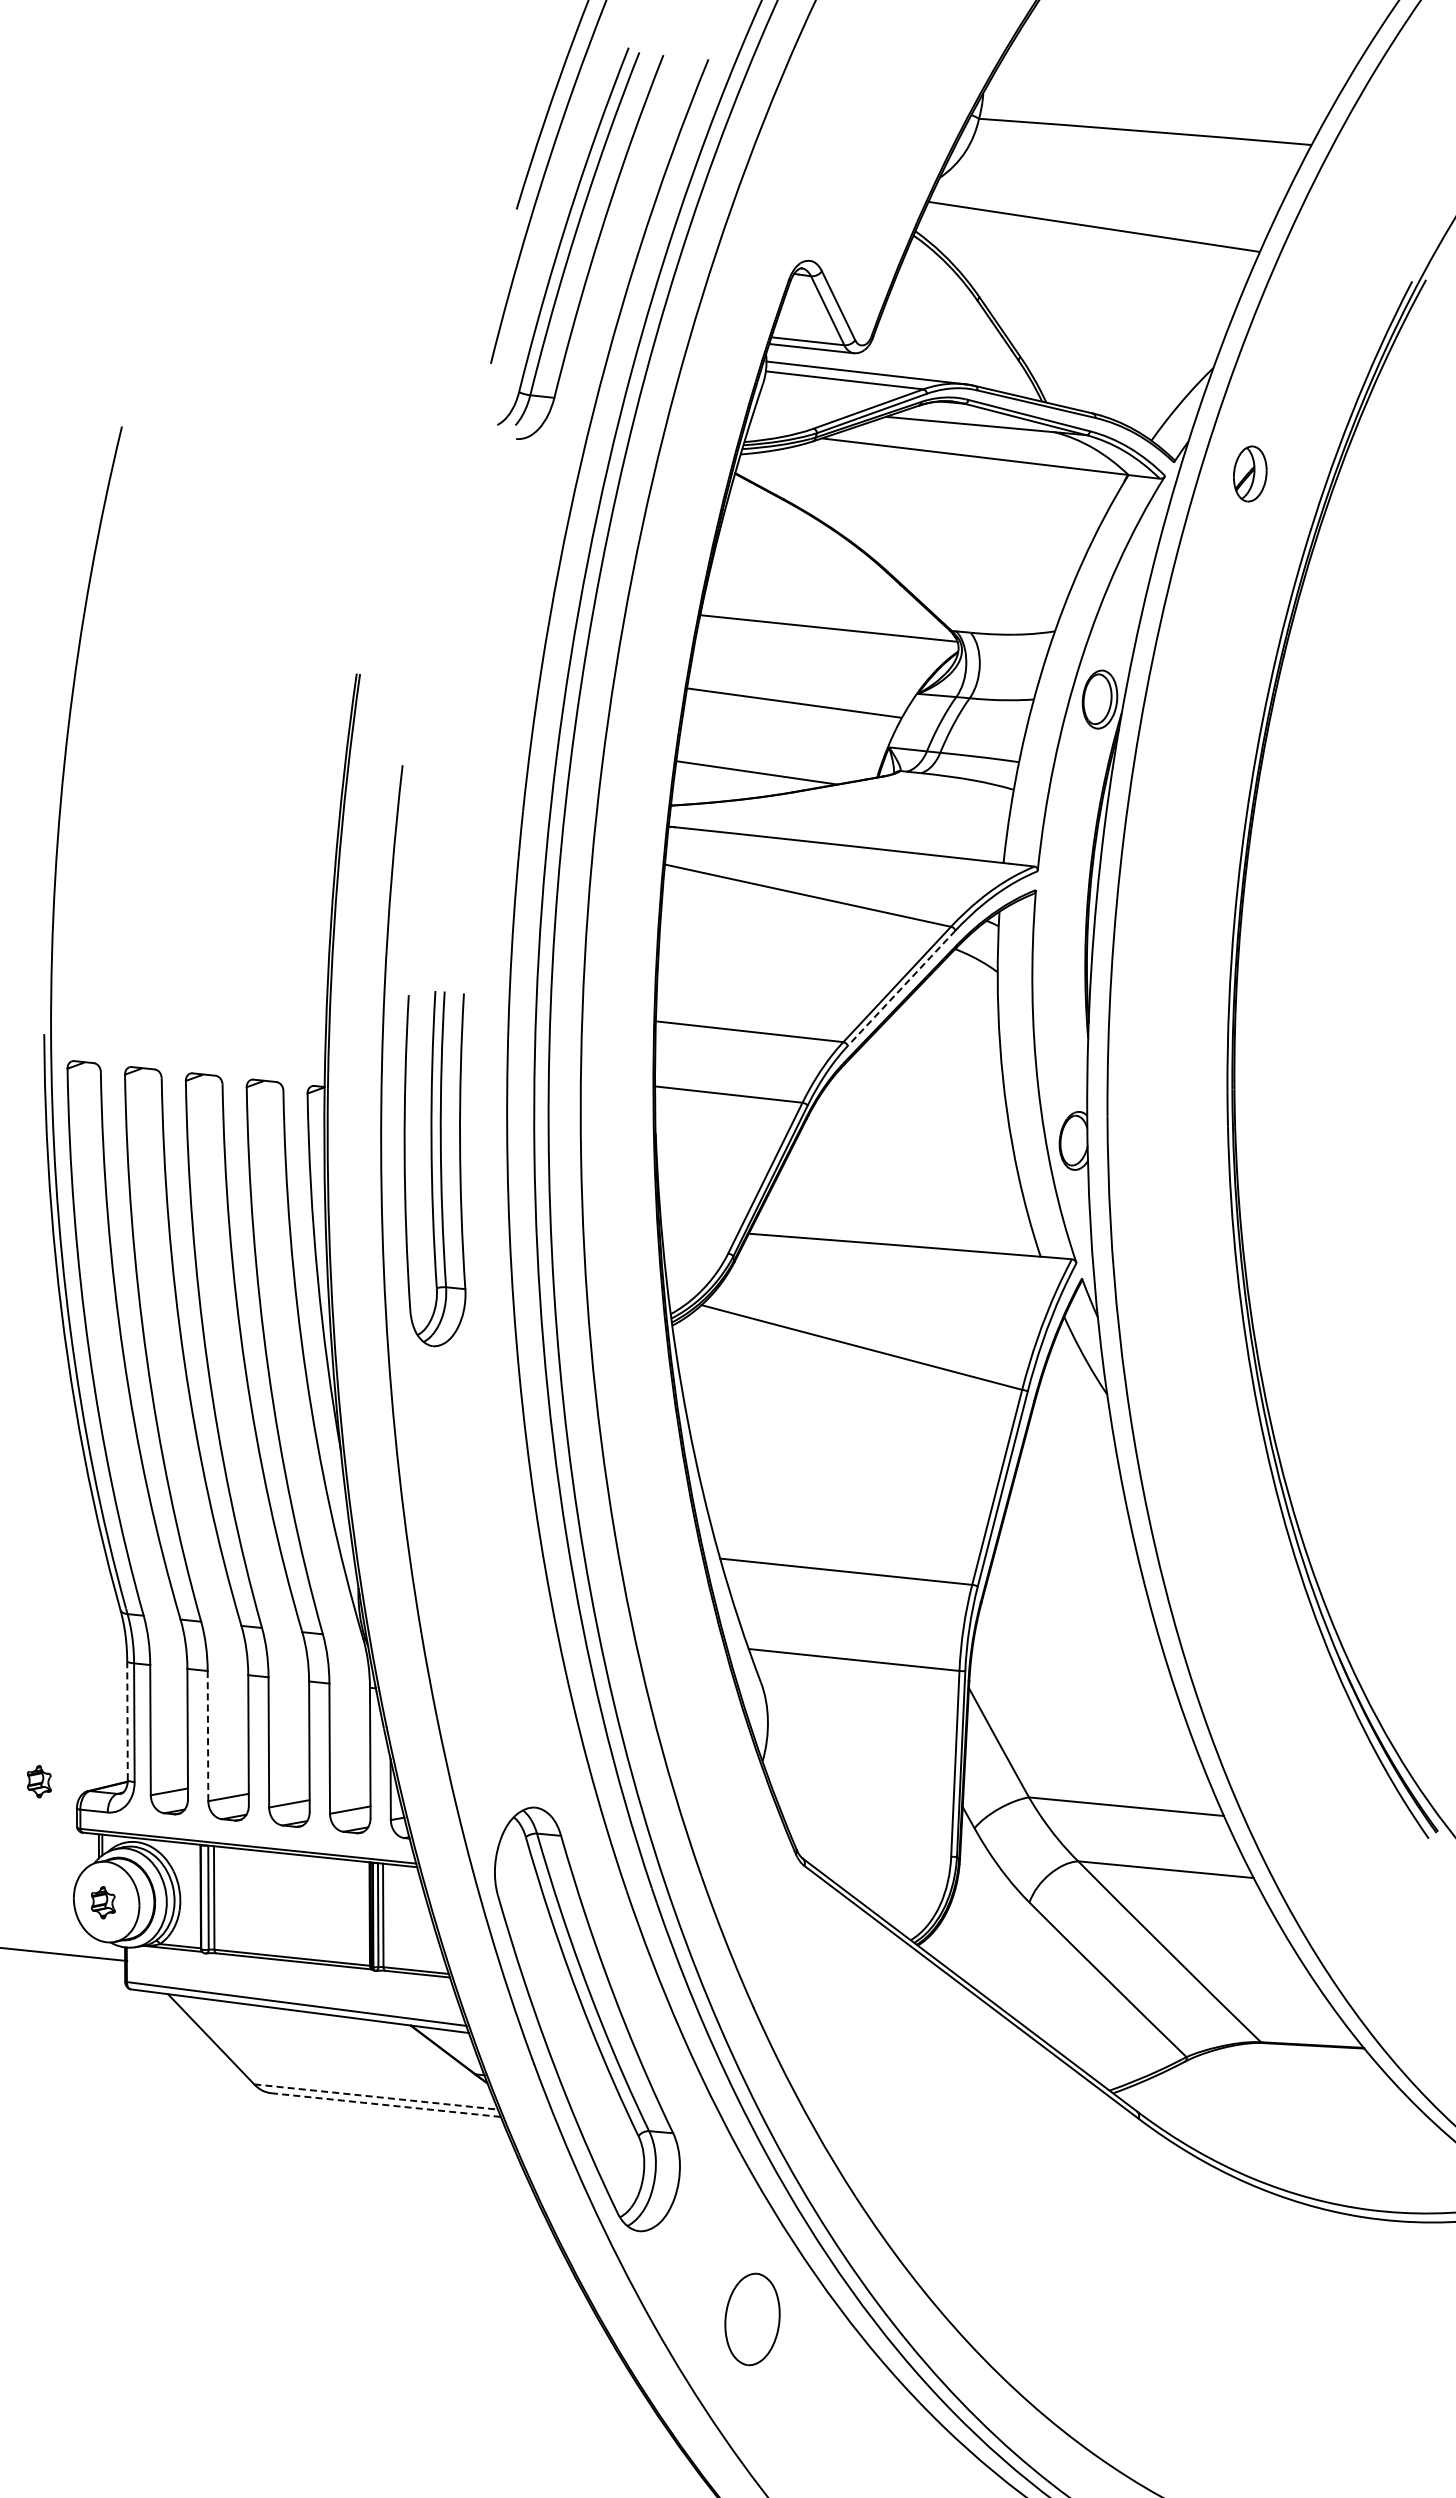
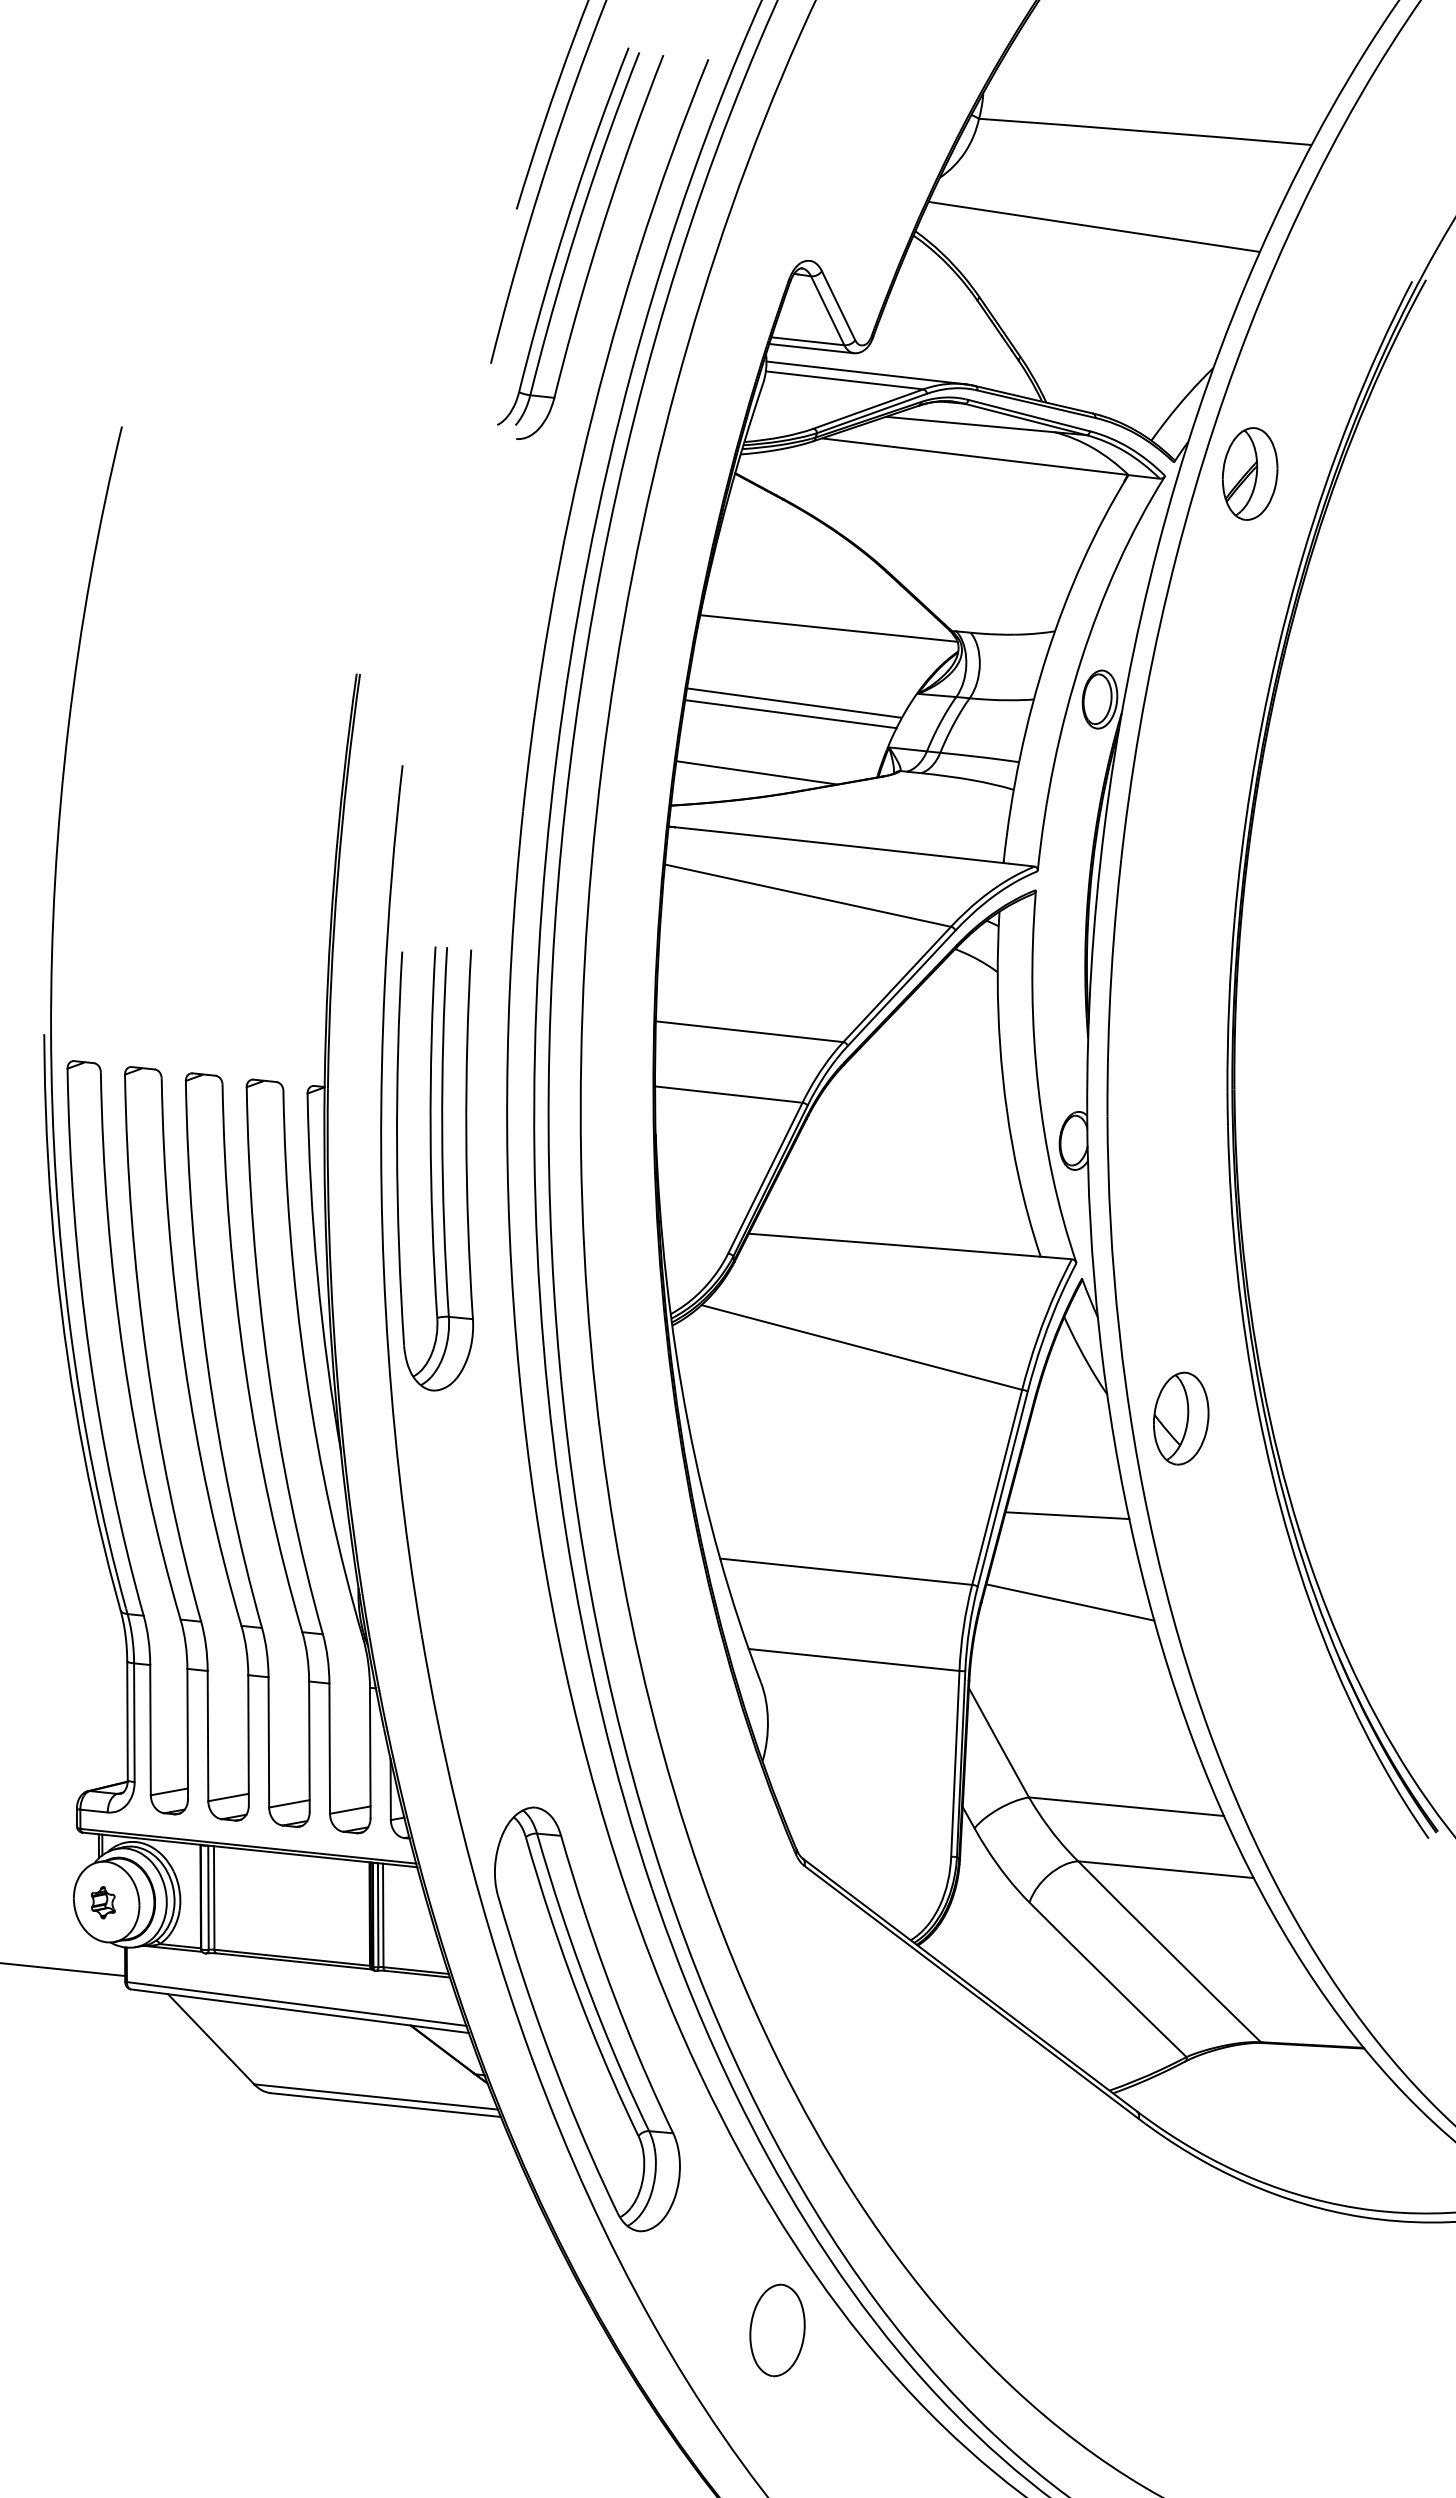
part at (1250, 473) size: 35x58 px -> 57x94 px
line at (790, 714): none -> present
line at (901, 988): dashed -> solid
part at (434, 1169) size: 64x357 px -> 78x446 px
part at (1181, 1418): none -> present
line at (1067, 1515): none -> present
line at (1070, 1602): none -> present
line at (127, 1720): dashed -> solid
line at (208, 1736): dashed -> solid
part at (39, 1781): present -> none
line at (64, 1954) position: (64, 1954) -> (63, 1969)
line at (376, 2096): dashed -> solid
line at (386, 2105): dashed -> solid
part at (752, 2319) position: (752, 2319) -> (777, 2330)
